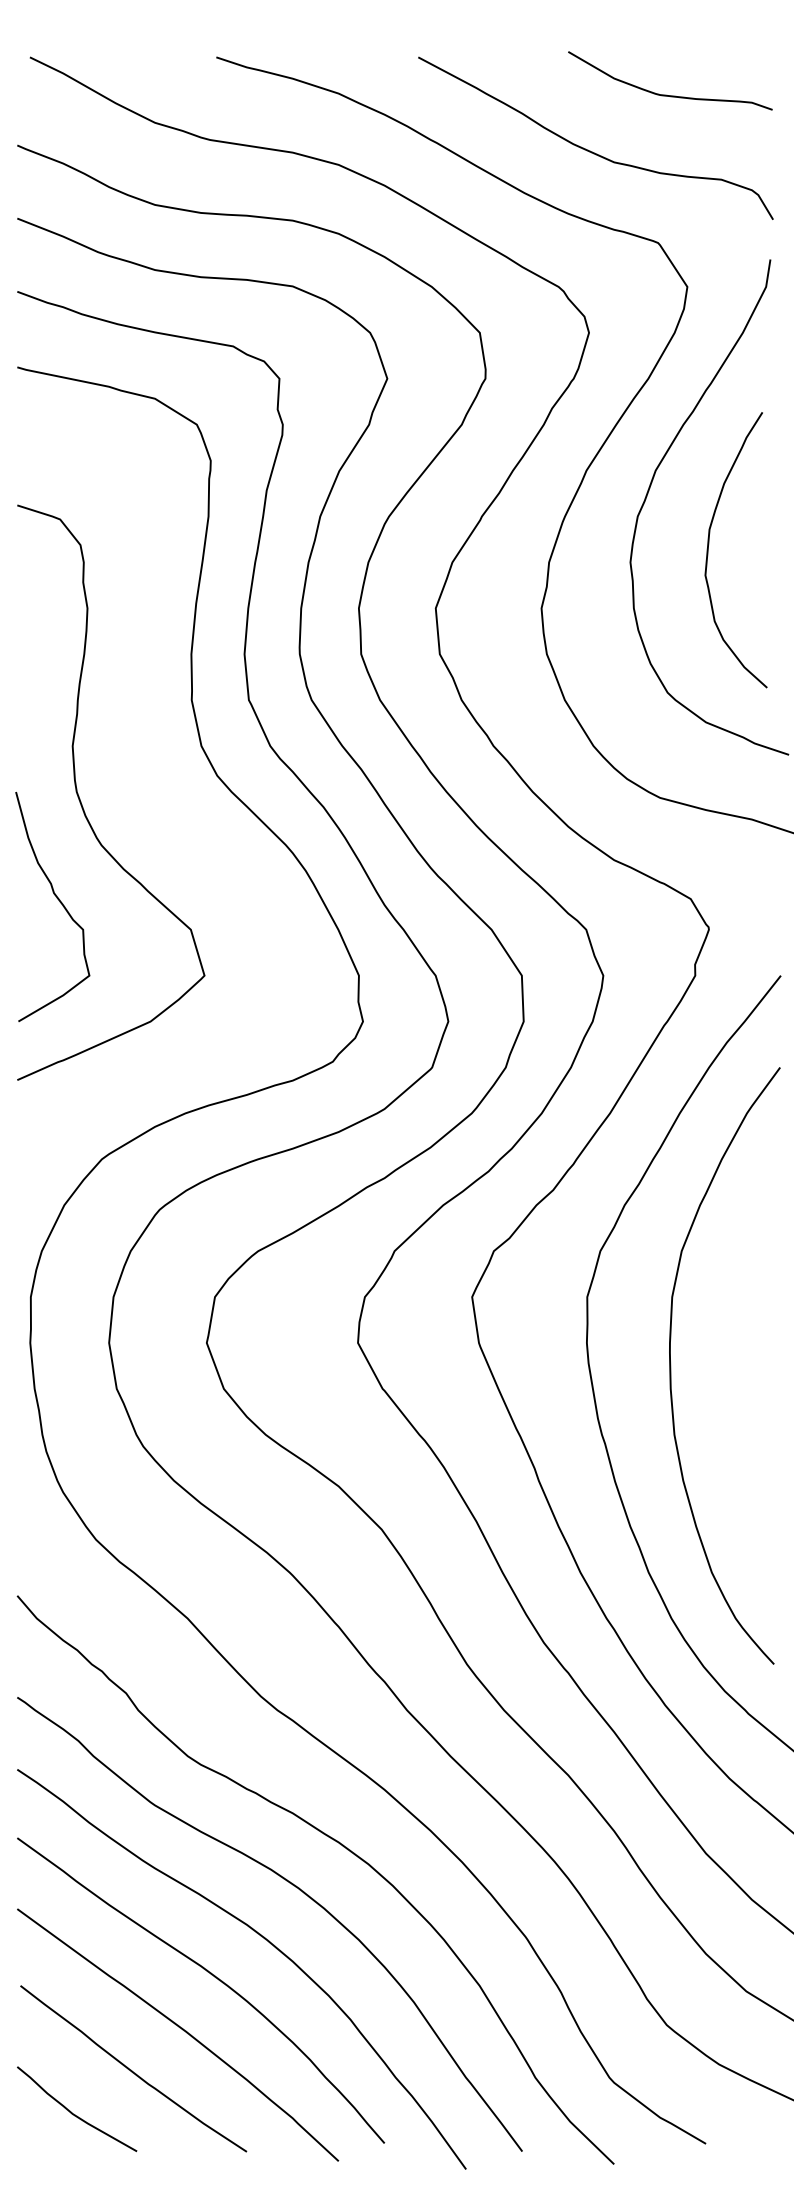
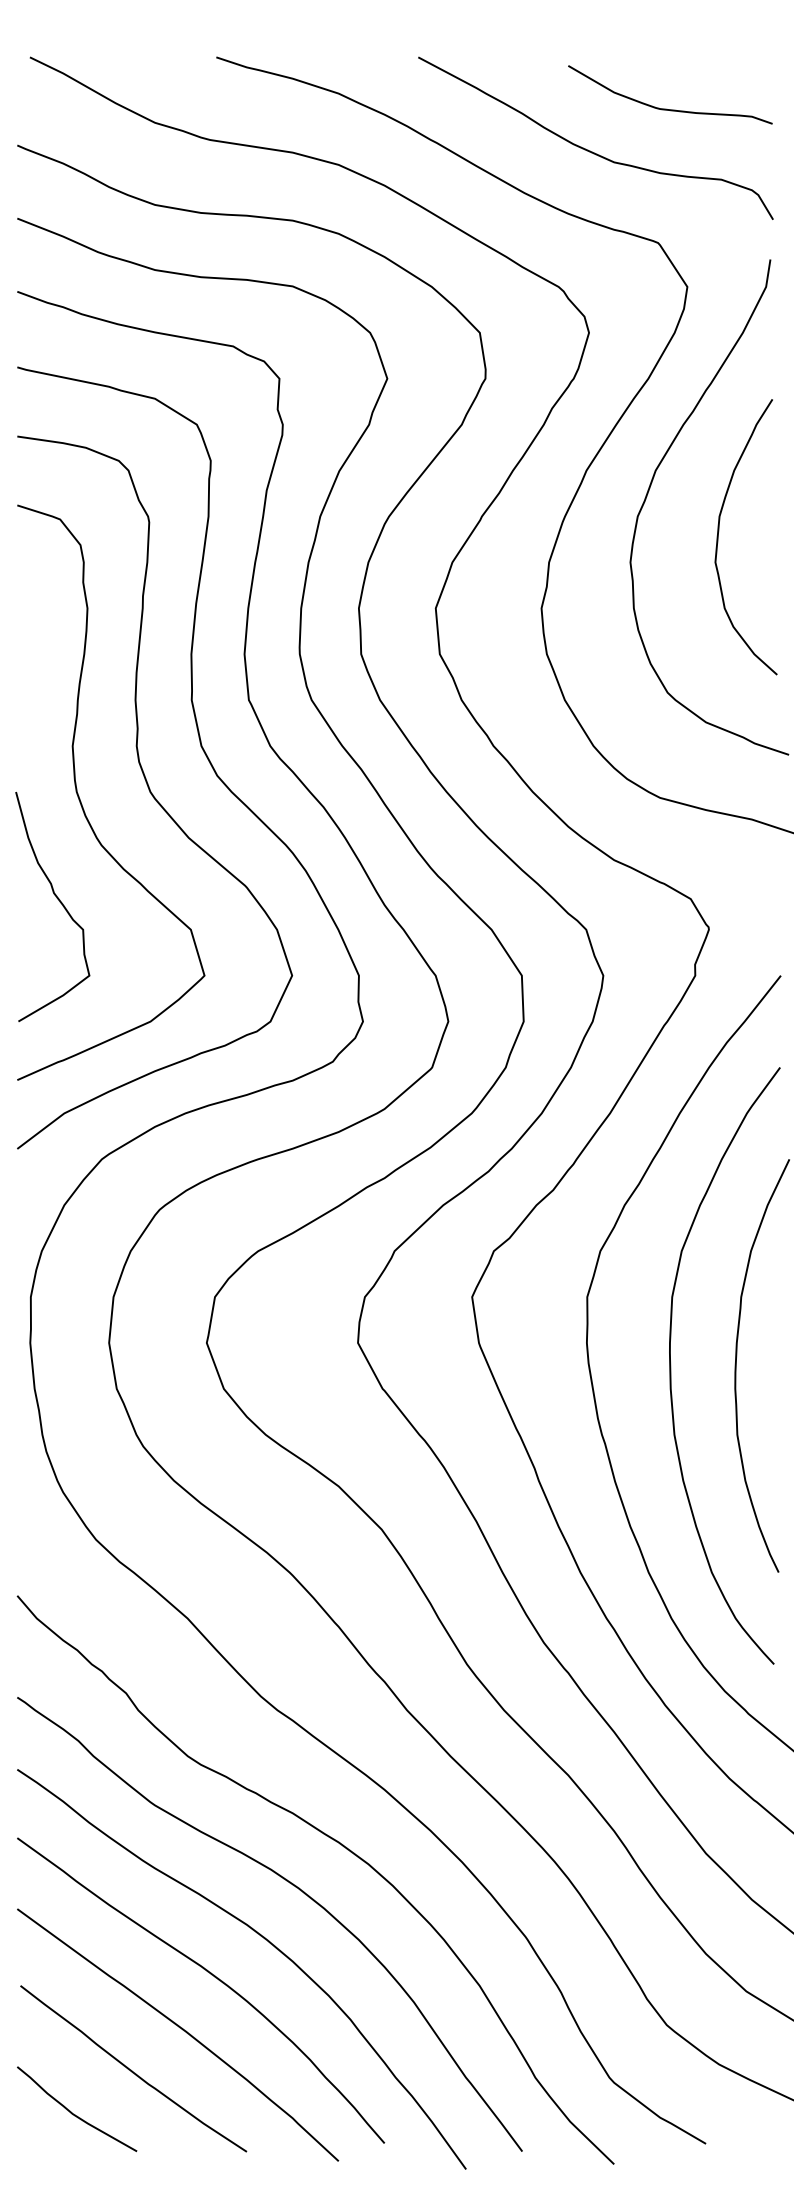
curve at (666, 94) position: (666, 94) -> (666, 108)
curve at (709, 544) position: (709, 544) -> (719, 531)
curve at (153, 794): none -> present
curve at (736, 1365): none -> present
